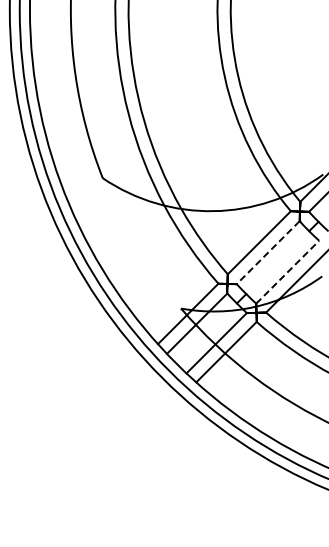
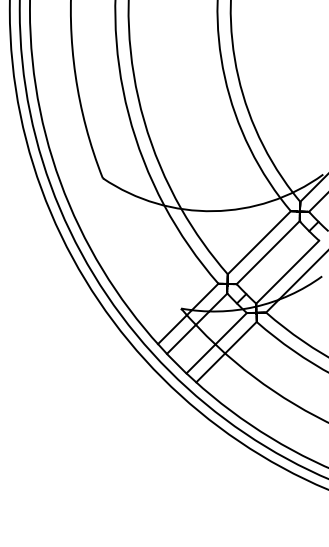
line at (267, 253): dashed -> solid
line at (288, 271): dashed -> solid
